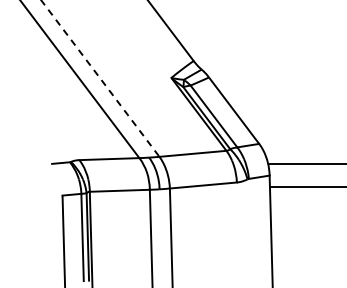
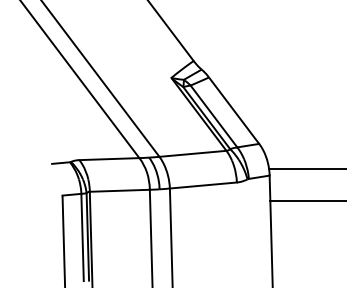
line at (100, 78): dashed -> solid
line at (306, 164) position: (306, 164) -> (306, 169)
line at (306, 186) position: (306, 186) -> (306, 200)
